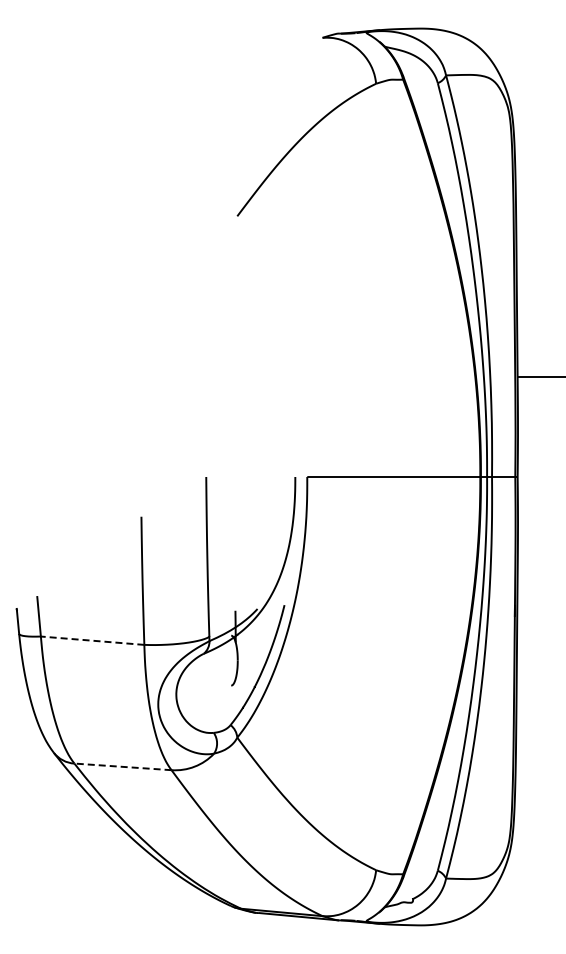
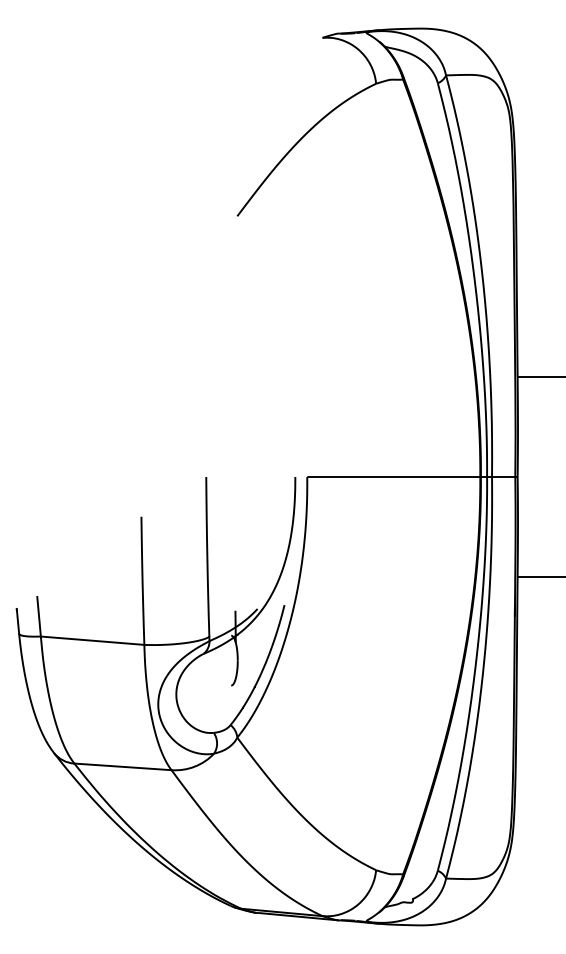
line at (539, 577): none -> present
line at (92, 640): dashed -> solid
line at (122, 766): dashed -> solid
